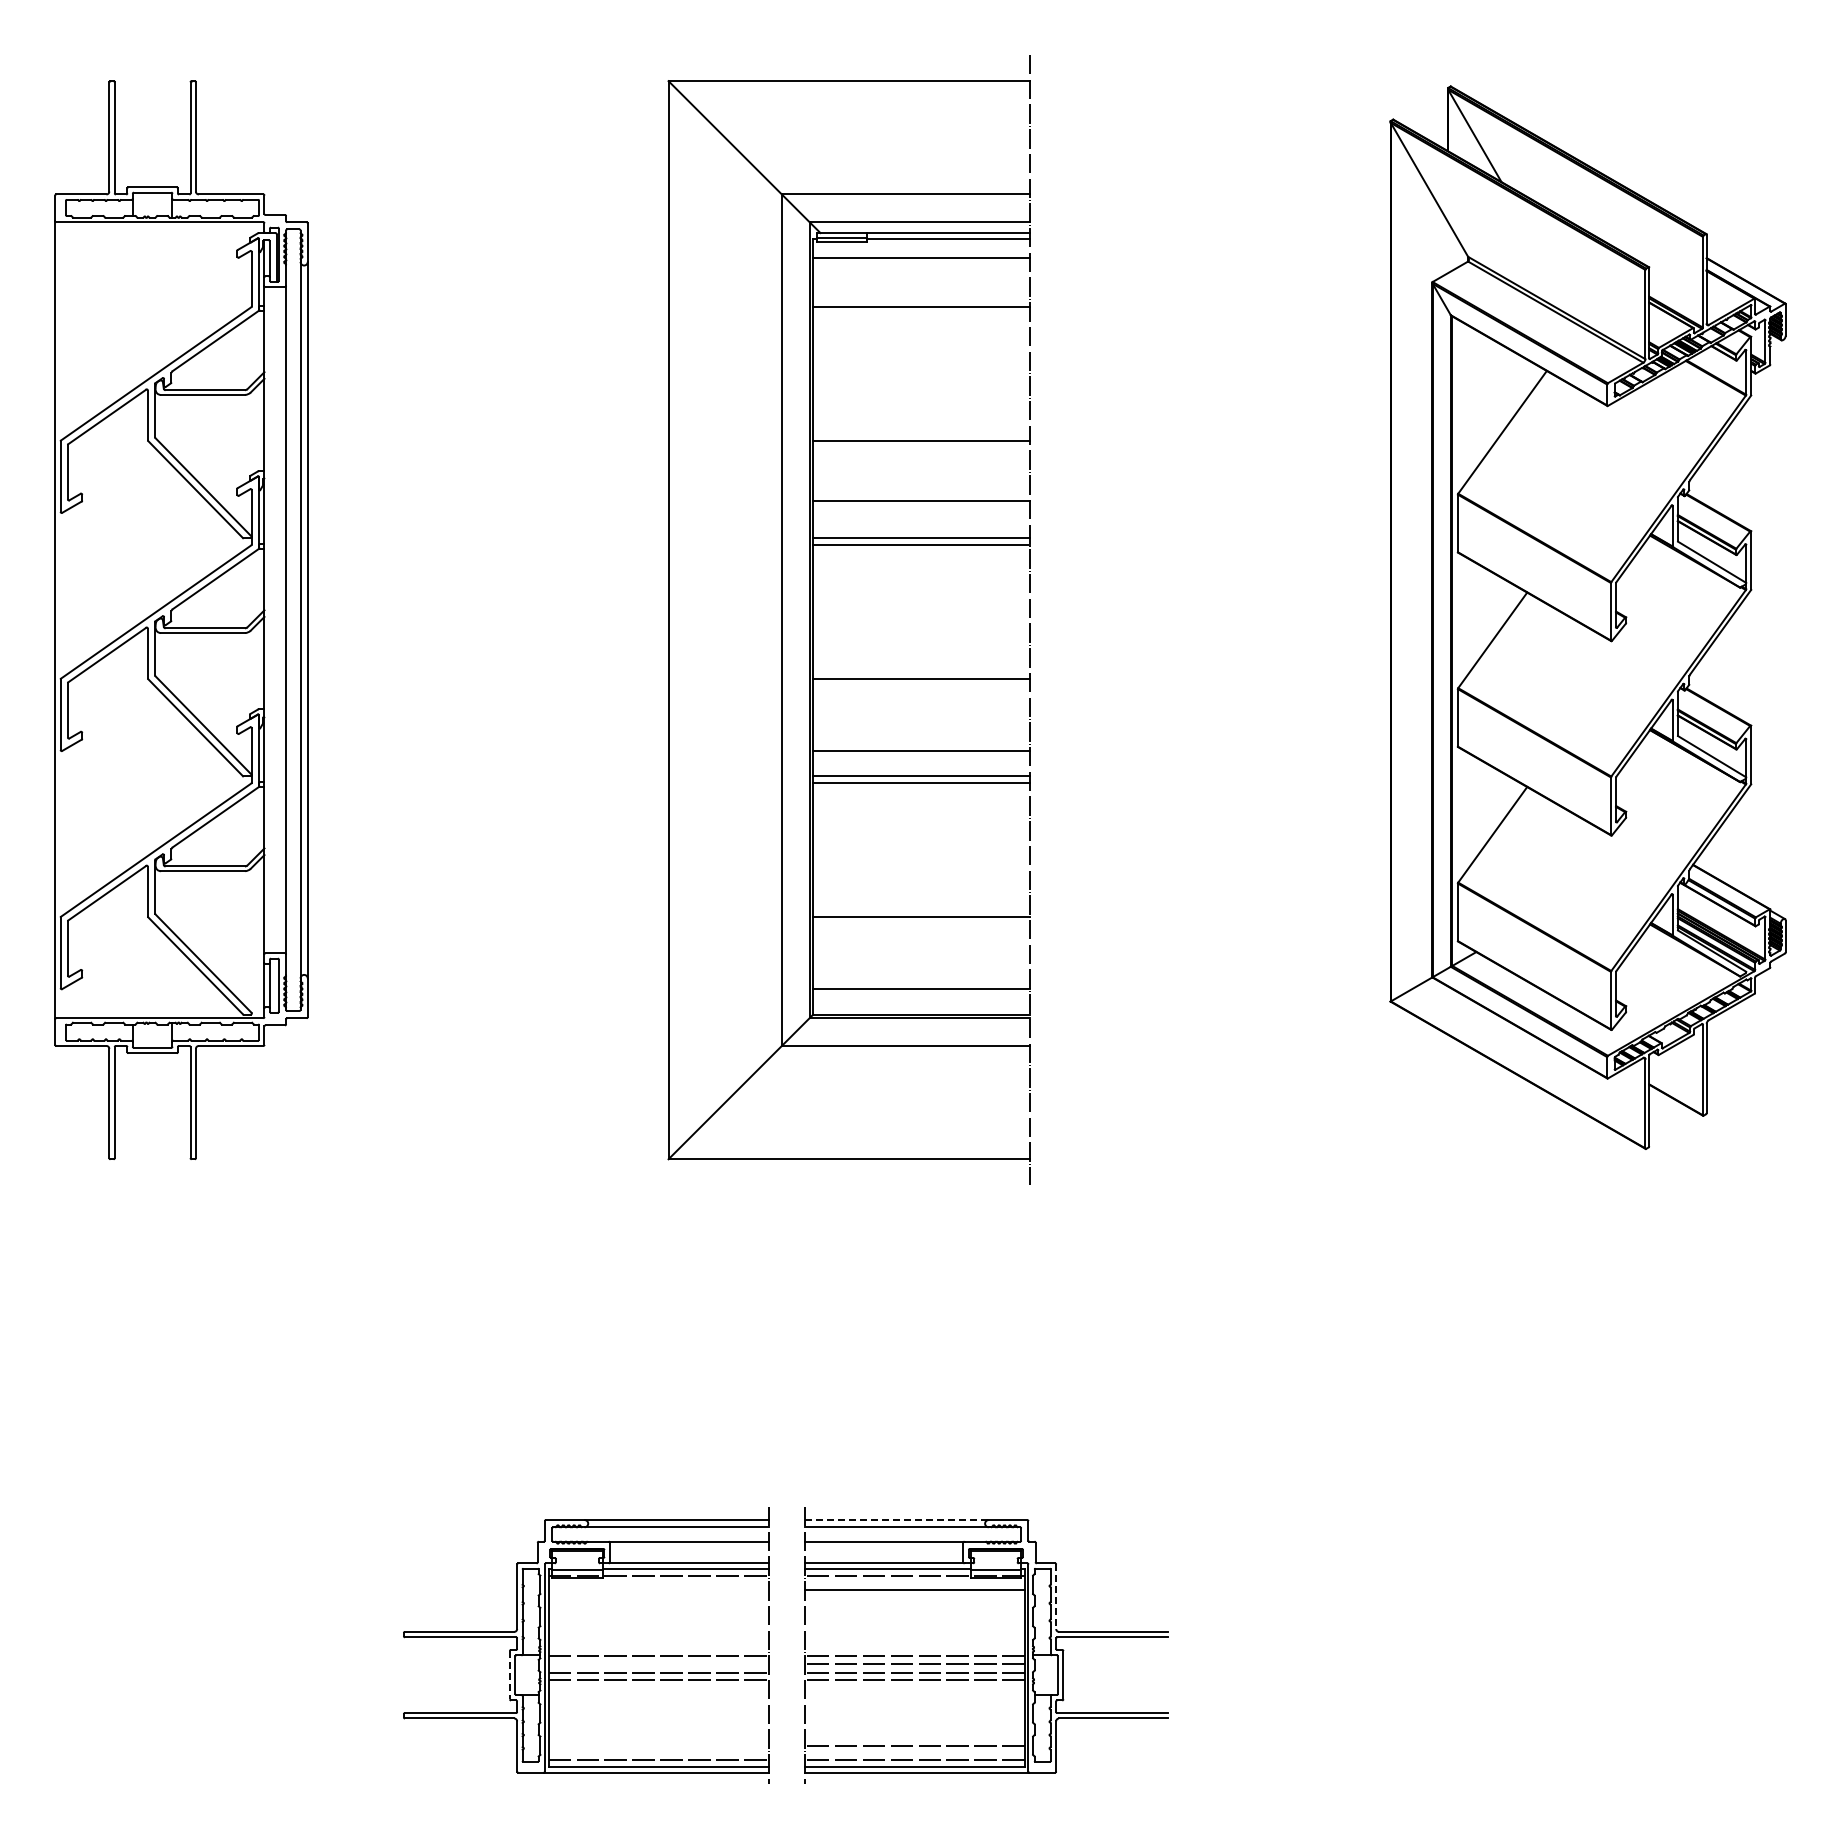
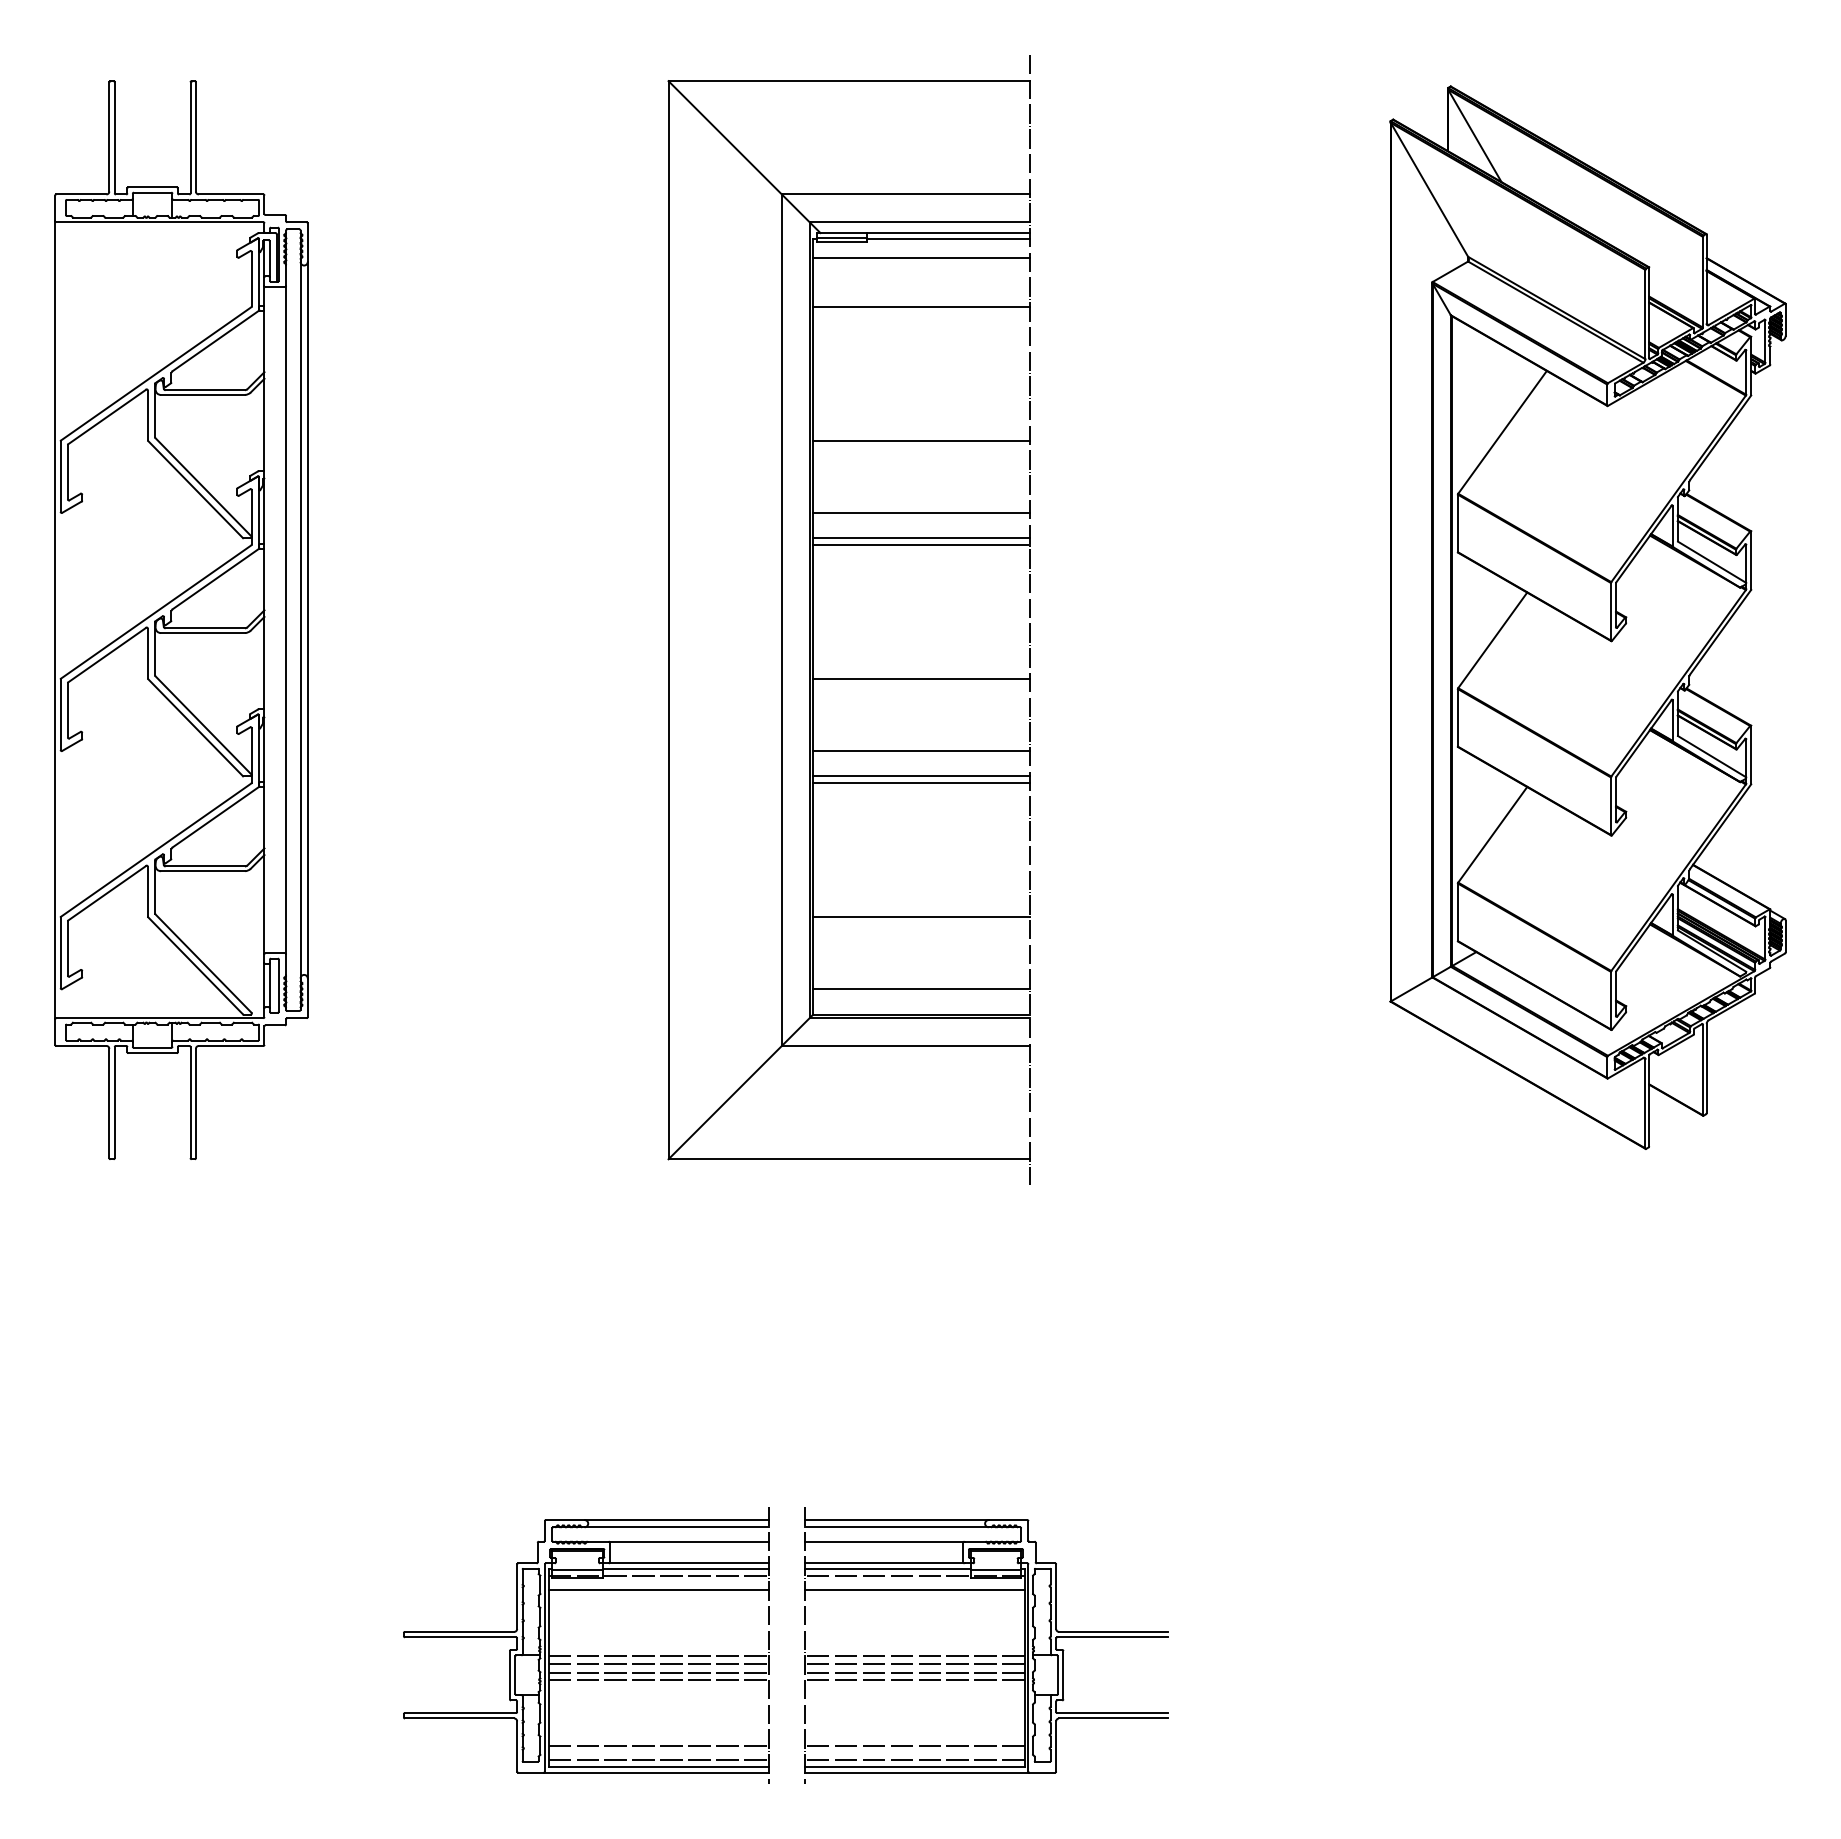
line at (921, 500) position: (921, 500) -> (921, 512)
line at (897, 1520): dashed -> solid
line at (658, 1590): none -> present
line at (1056, 1597): dashed -> solid
line at (658, 1663): none -> present
line at (509, 1675): dashed -> solid
line at (658, 1745): none -> present
